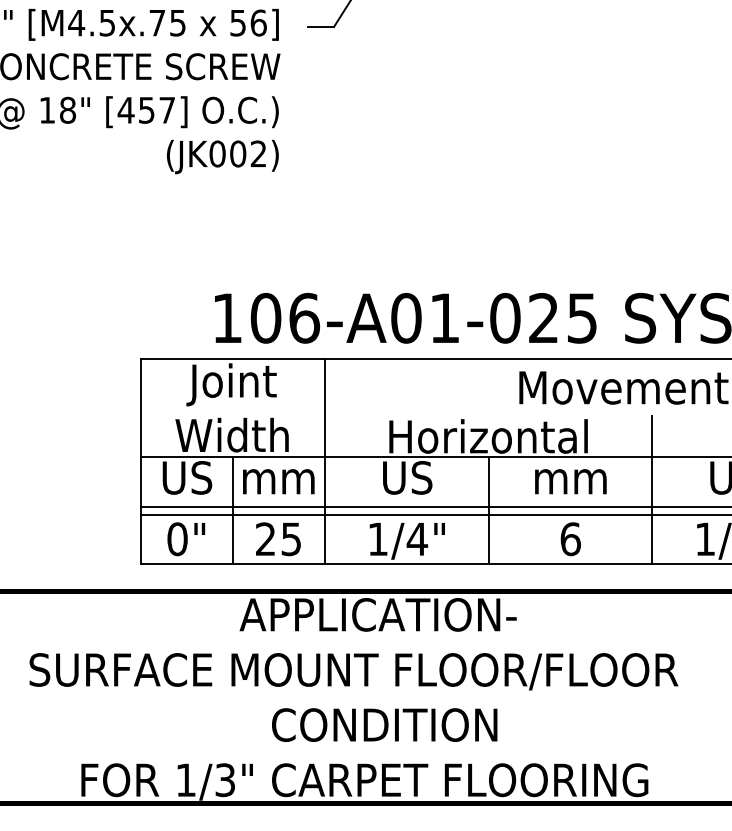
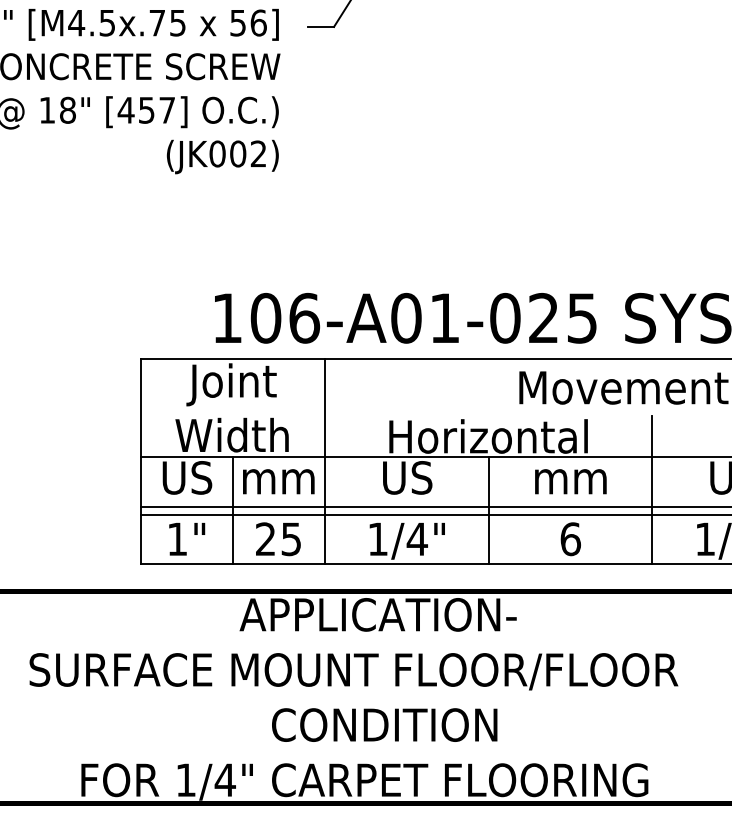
text at (177, 539): 0" -> 1"
text at (224, 780): 1/3" -> 1/4"
